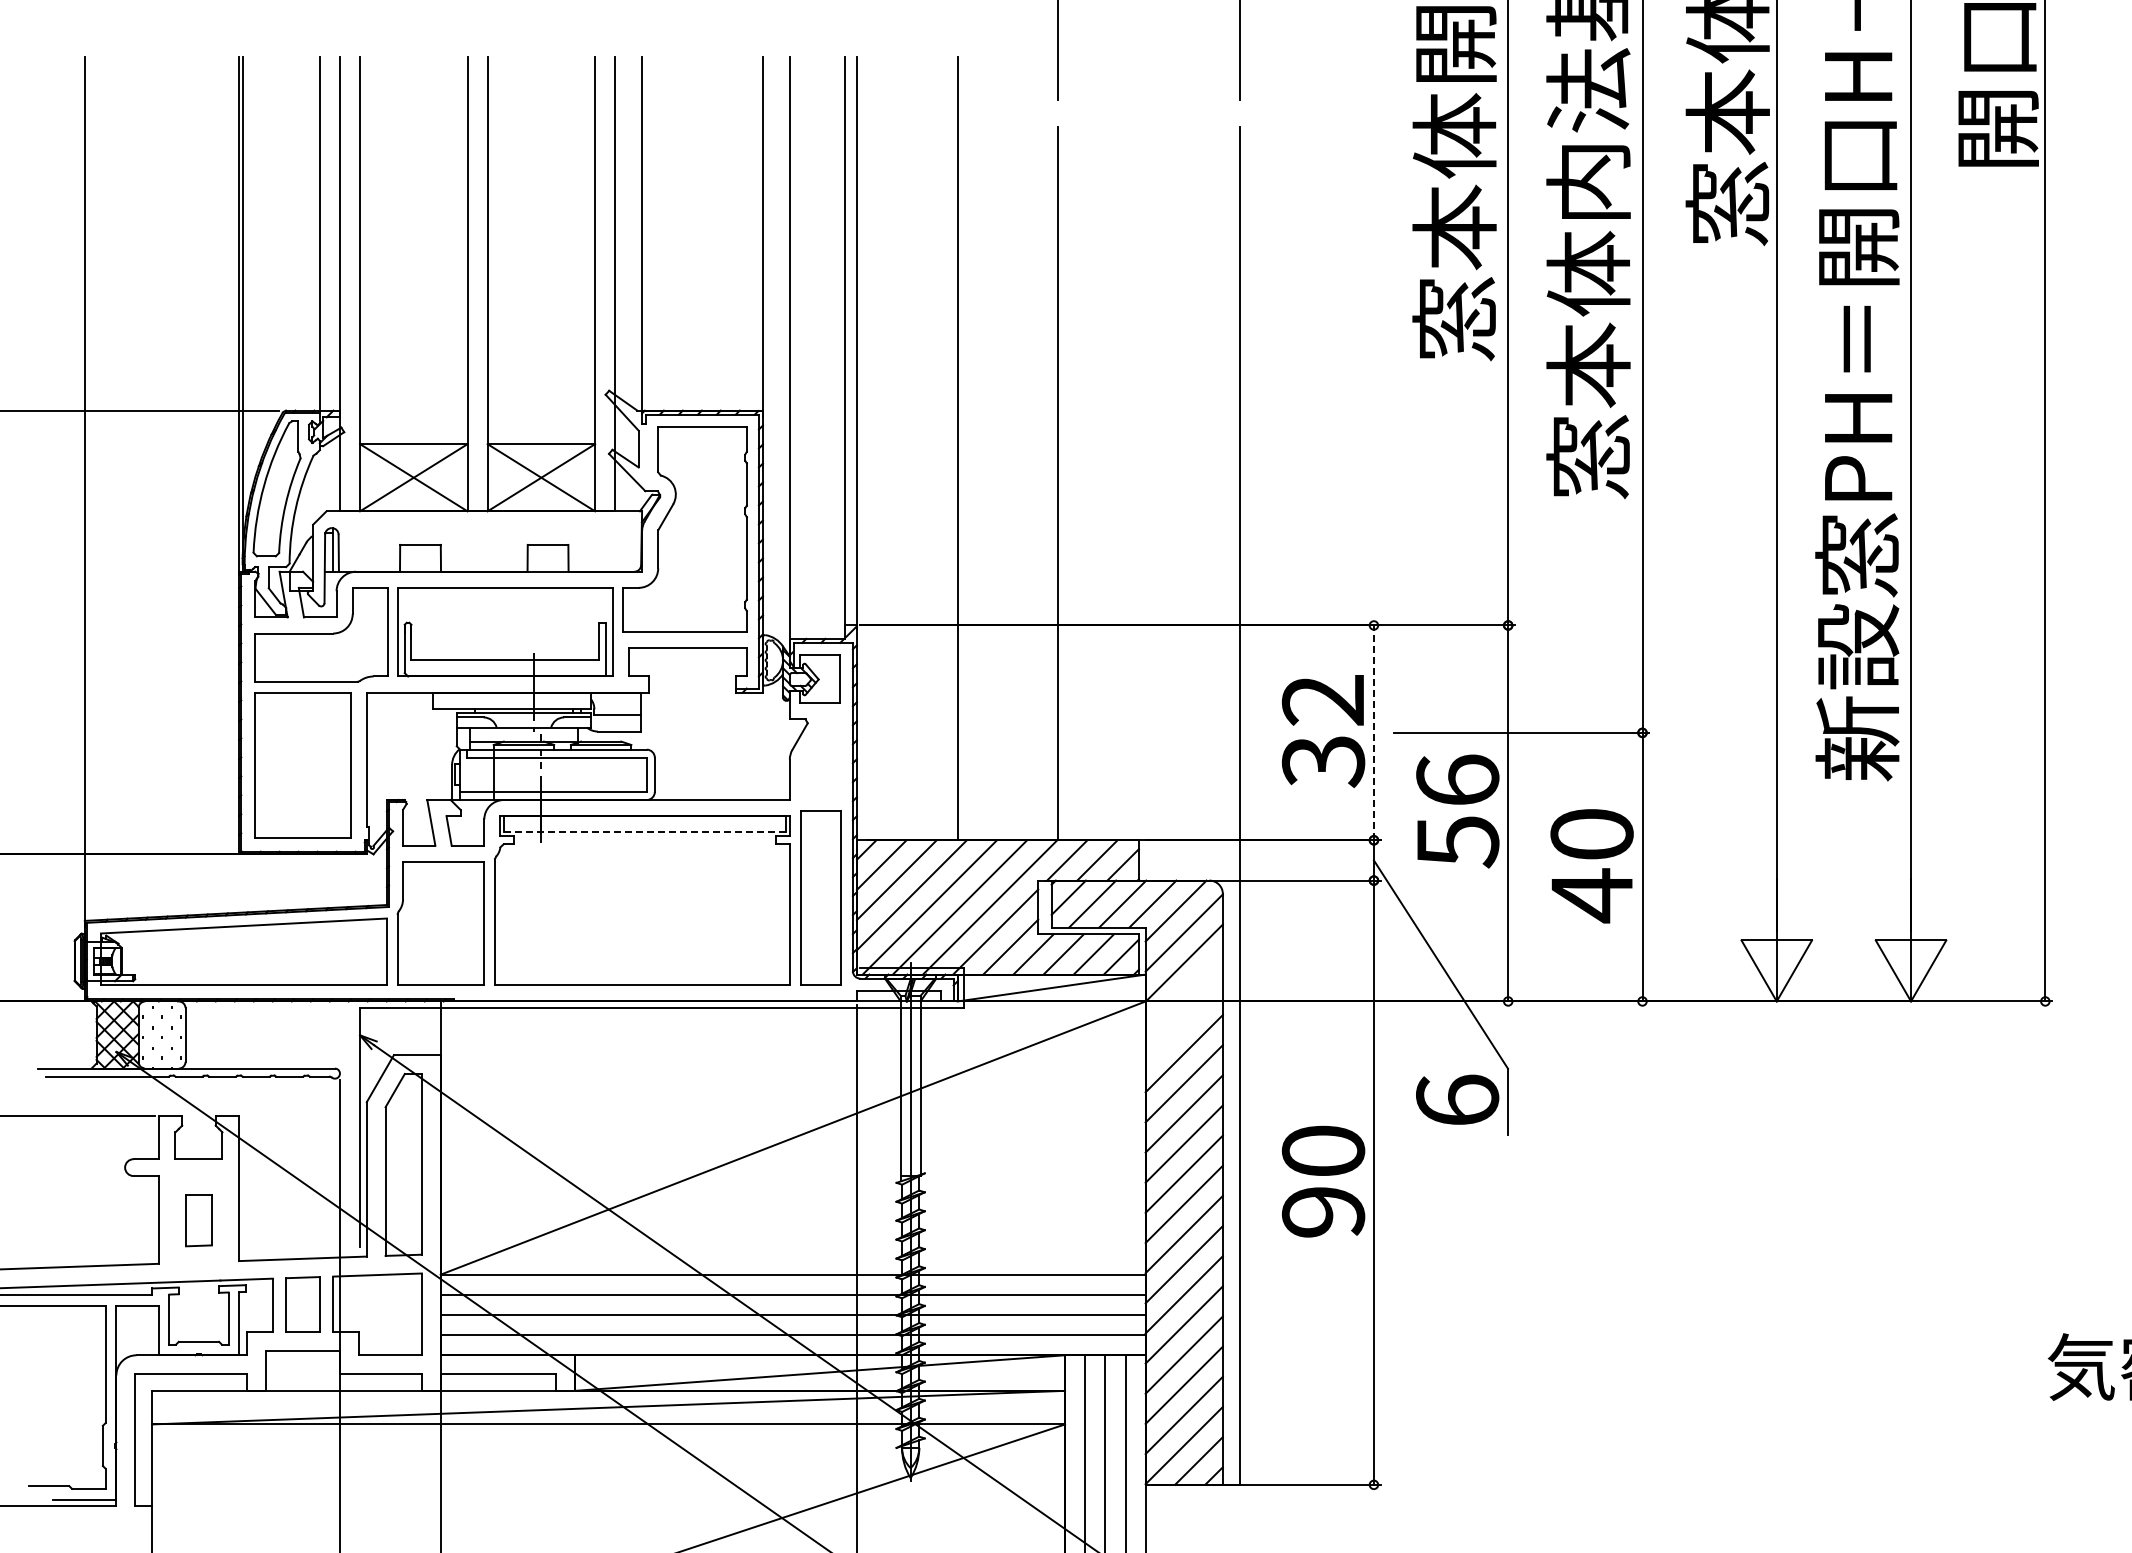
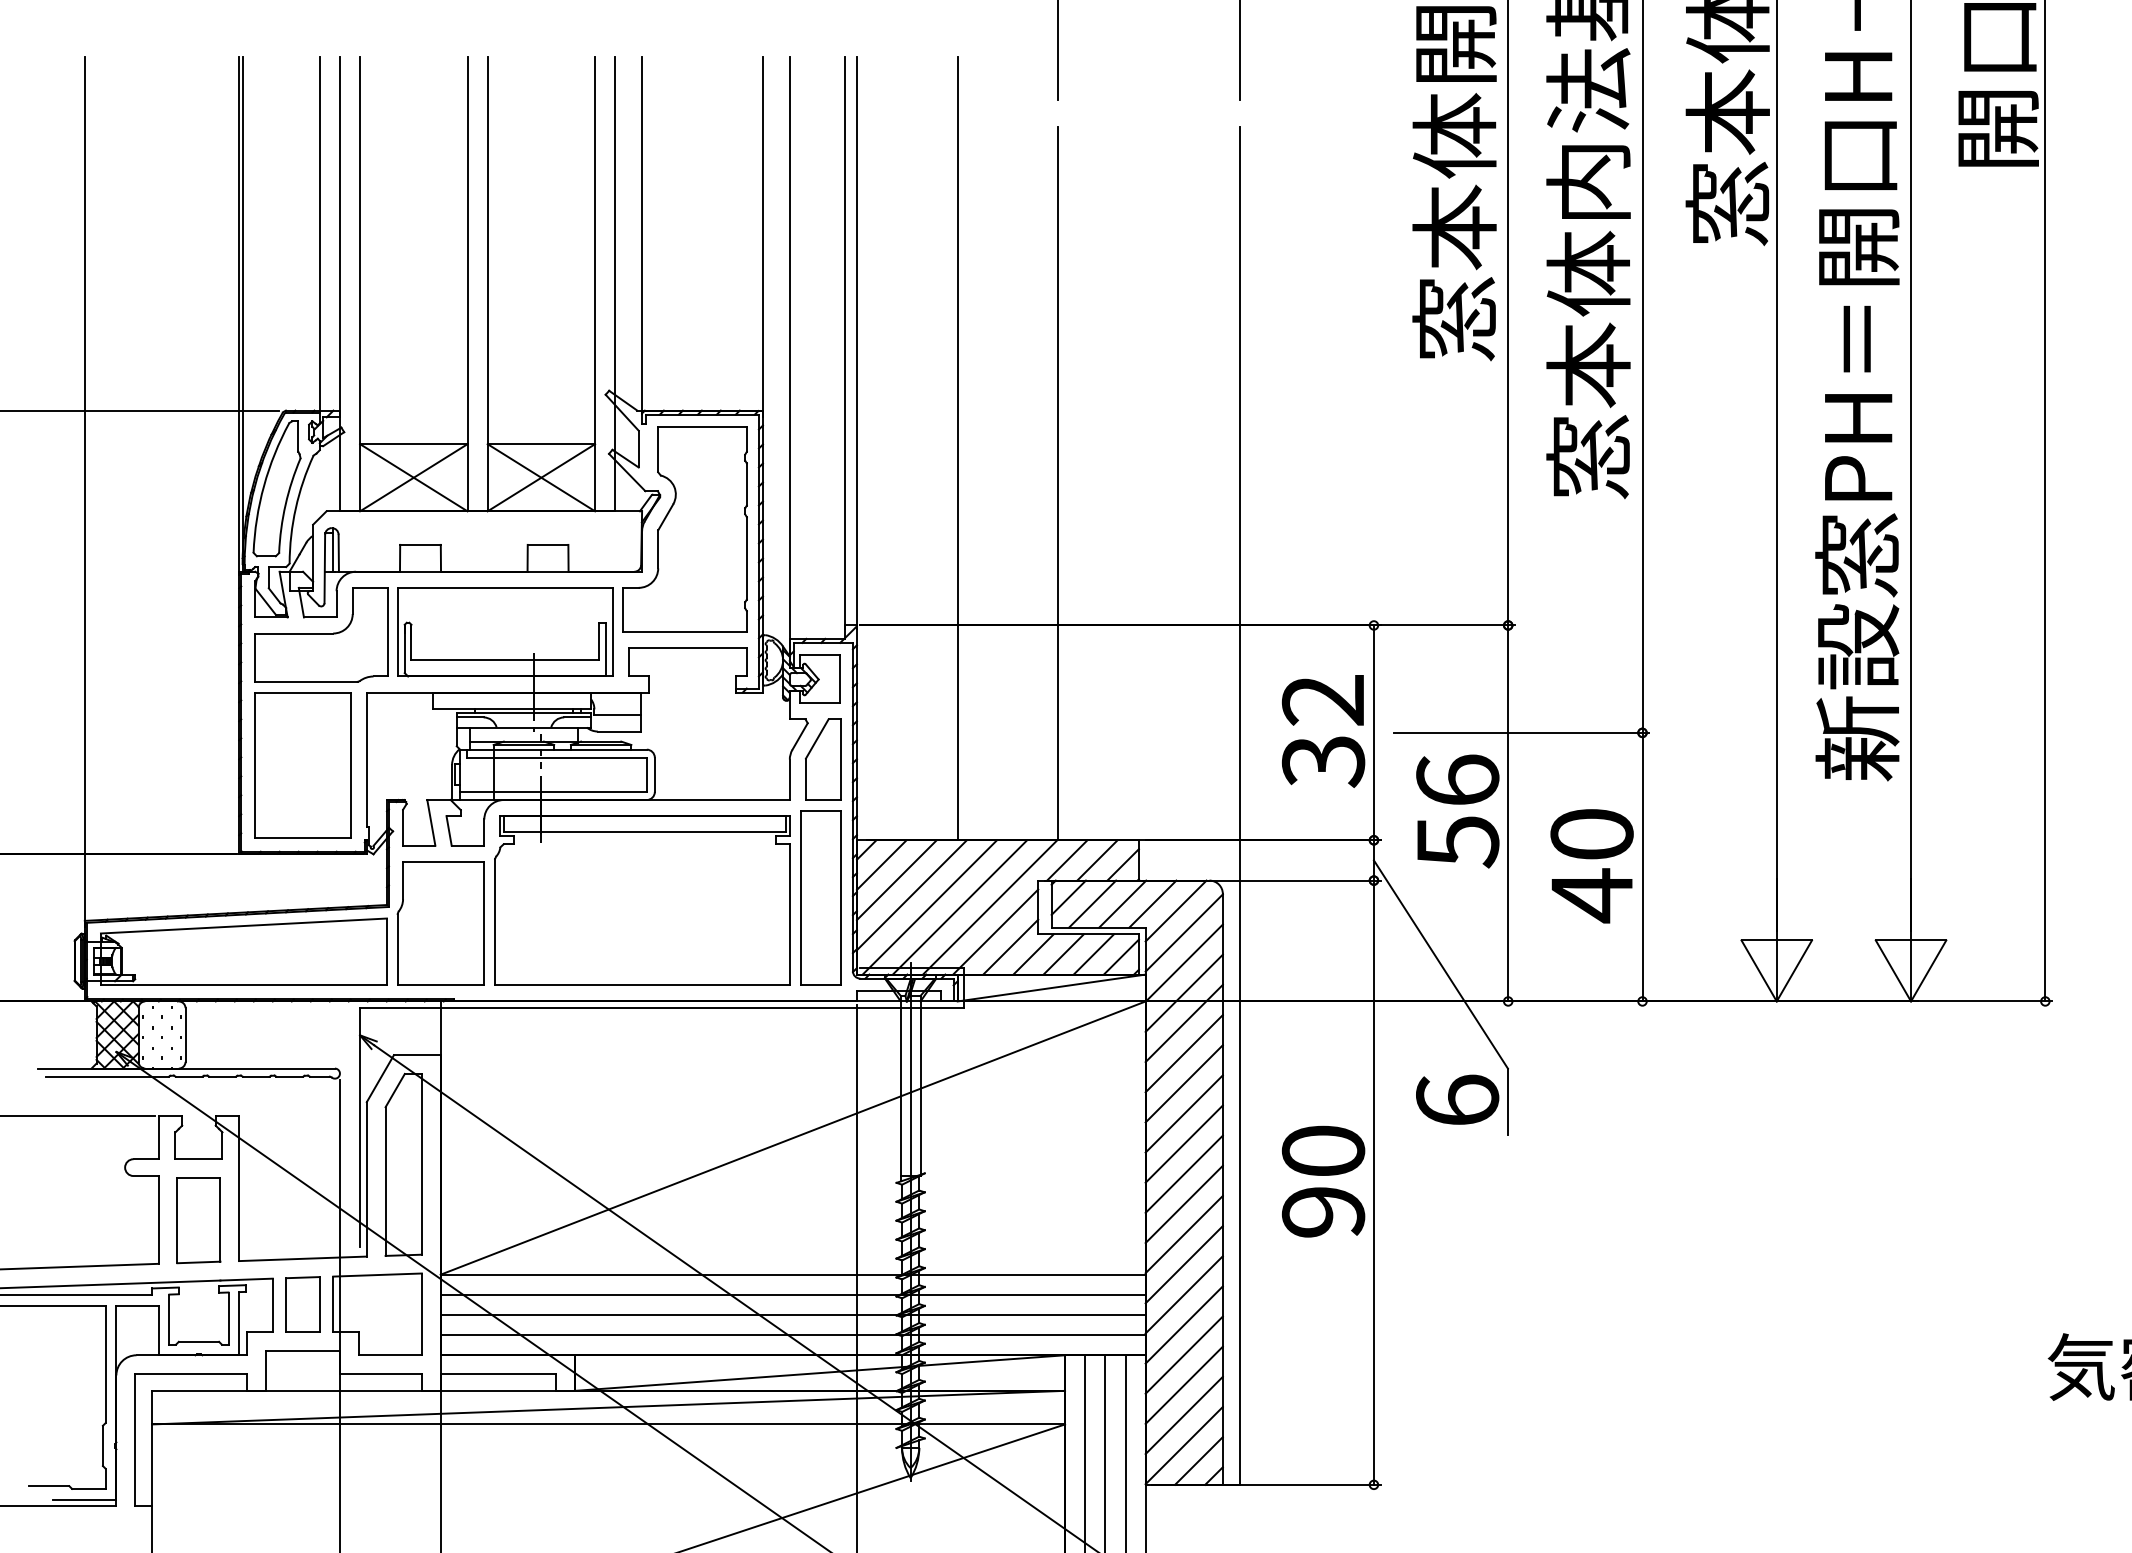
line at (1373, 732): dashed -> solid
part at (822, 759): none -> present
line at (645, 831): dashed -> solid
line at (1183, 992): none -> present
line at (1183, 1023): none -> present
part at (198, 1220) size: 28x54 px -> 46x88 px
